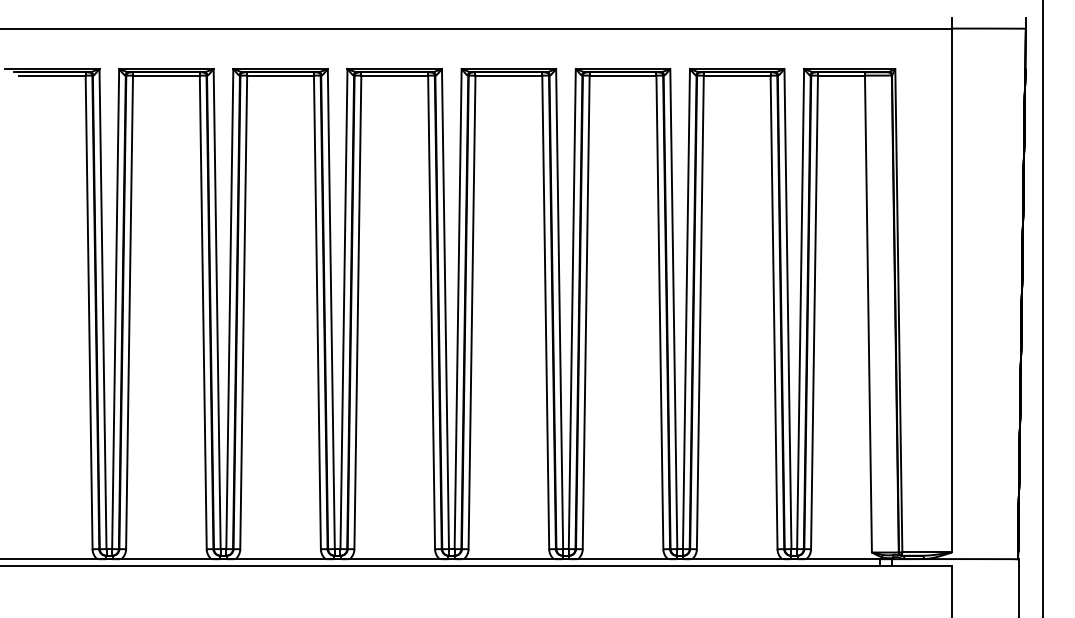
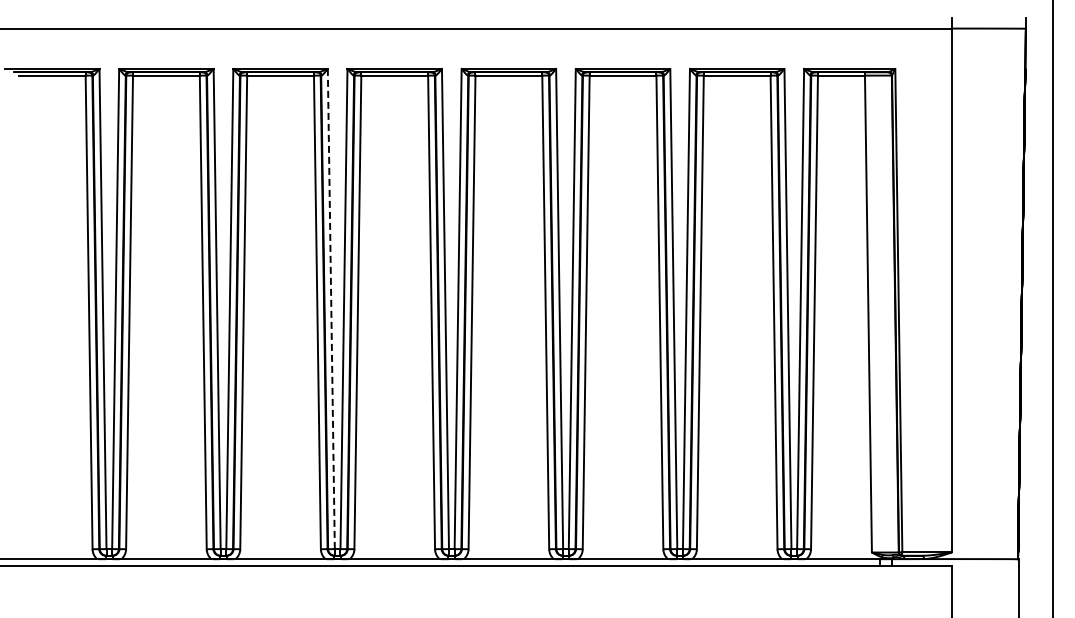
line at (1042, 308) position: (1042, 308) -> (1052, 308)
line at (331, 309): solid -> dashed
